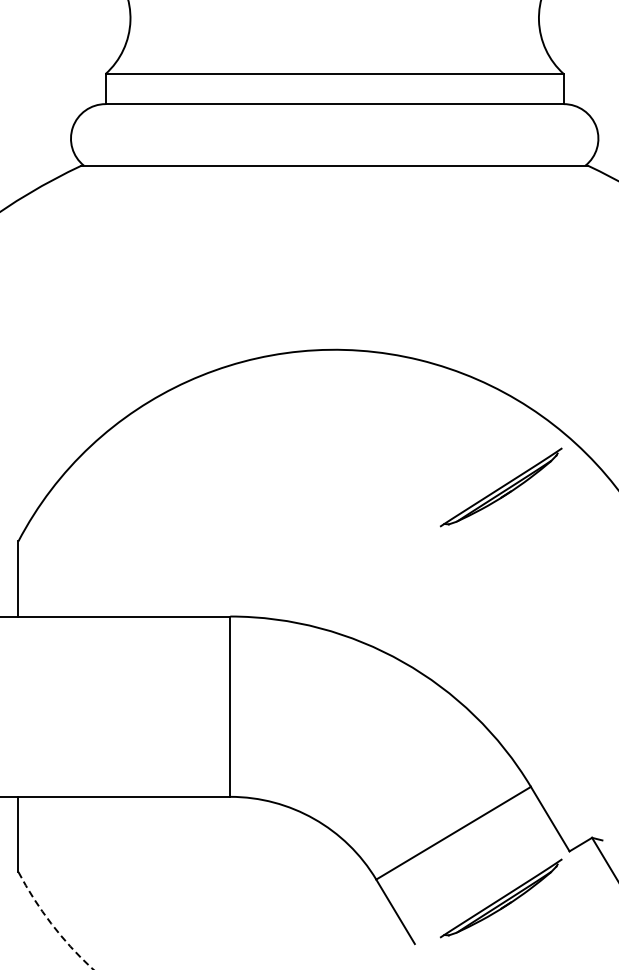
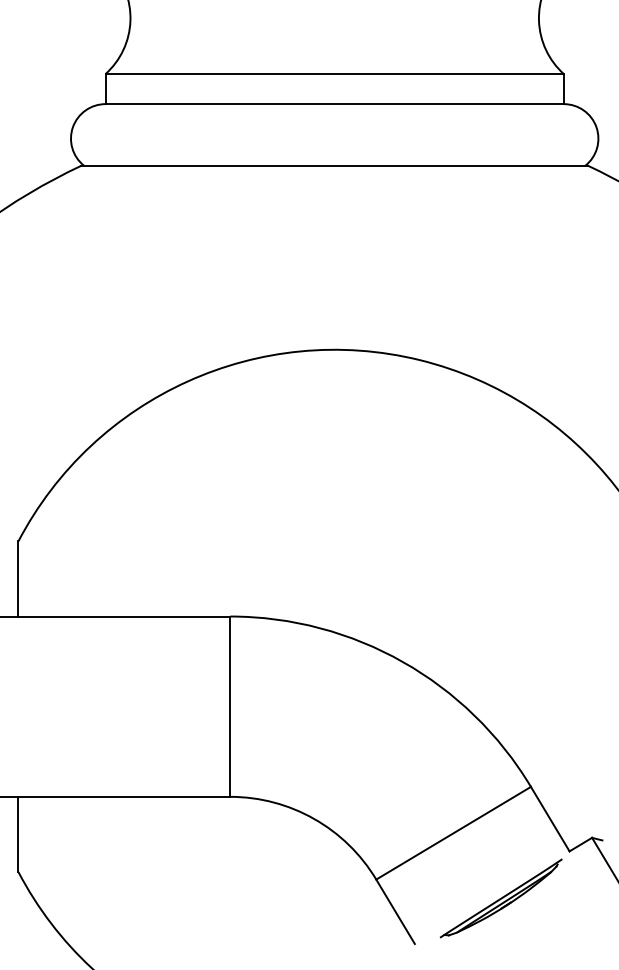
part at (500, 487): present -> none
arc at (51, 924): dashed -> solid
